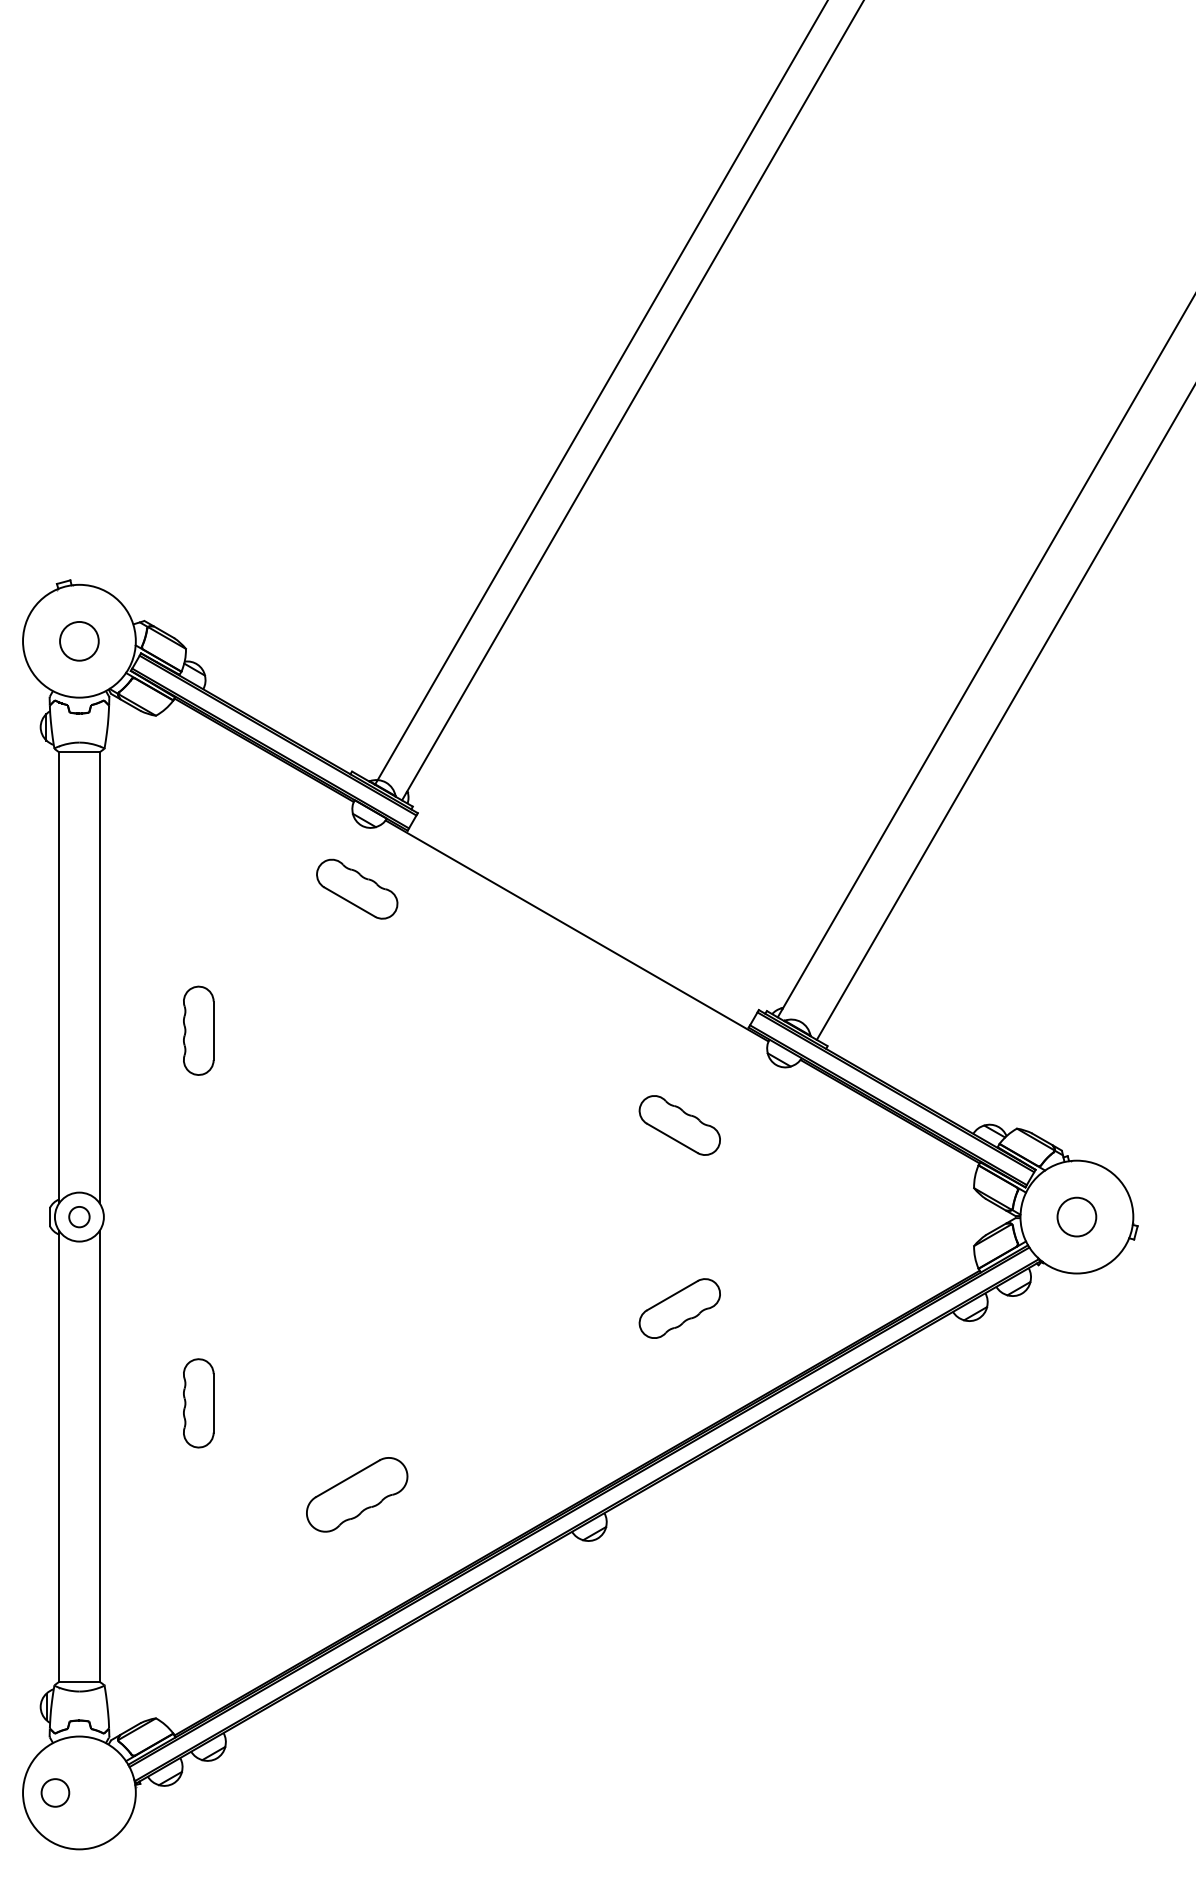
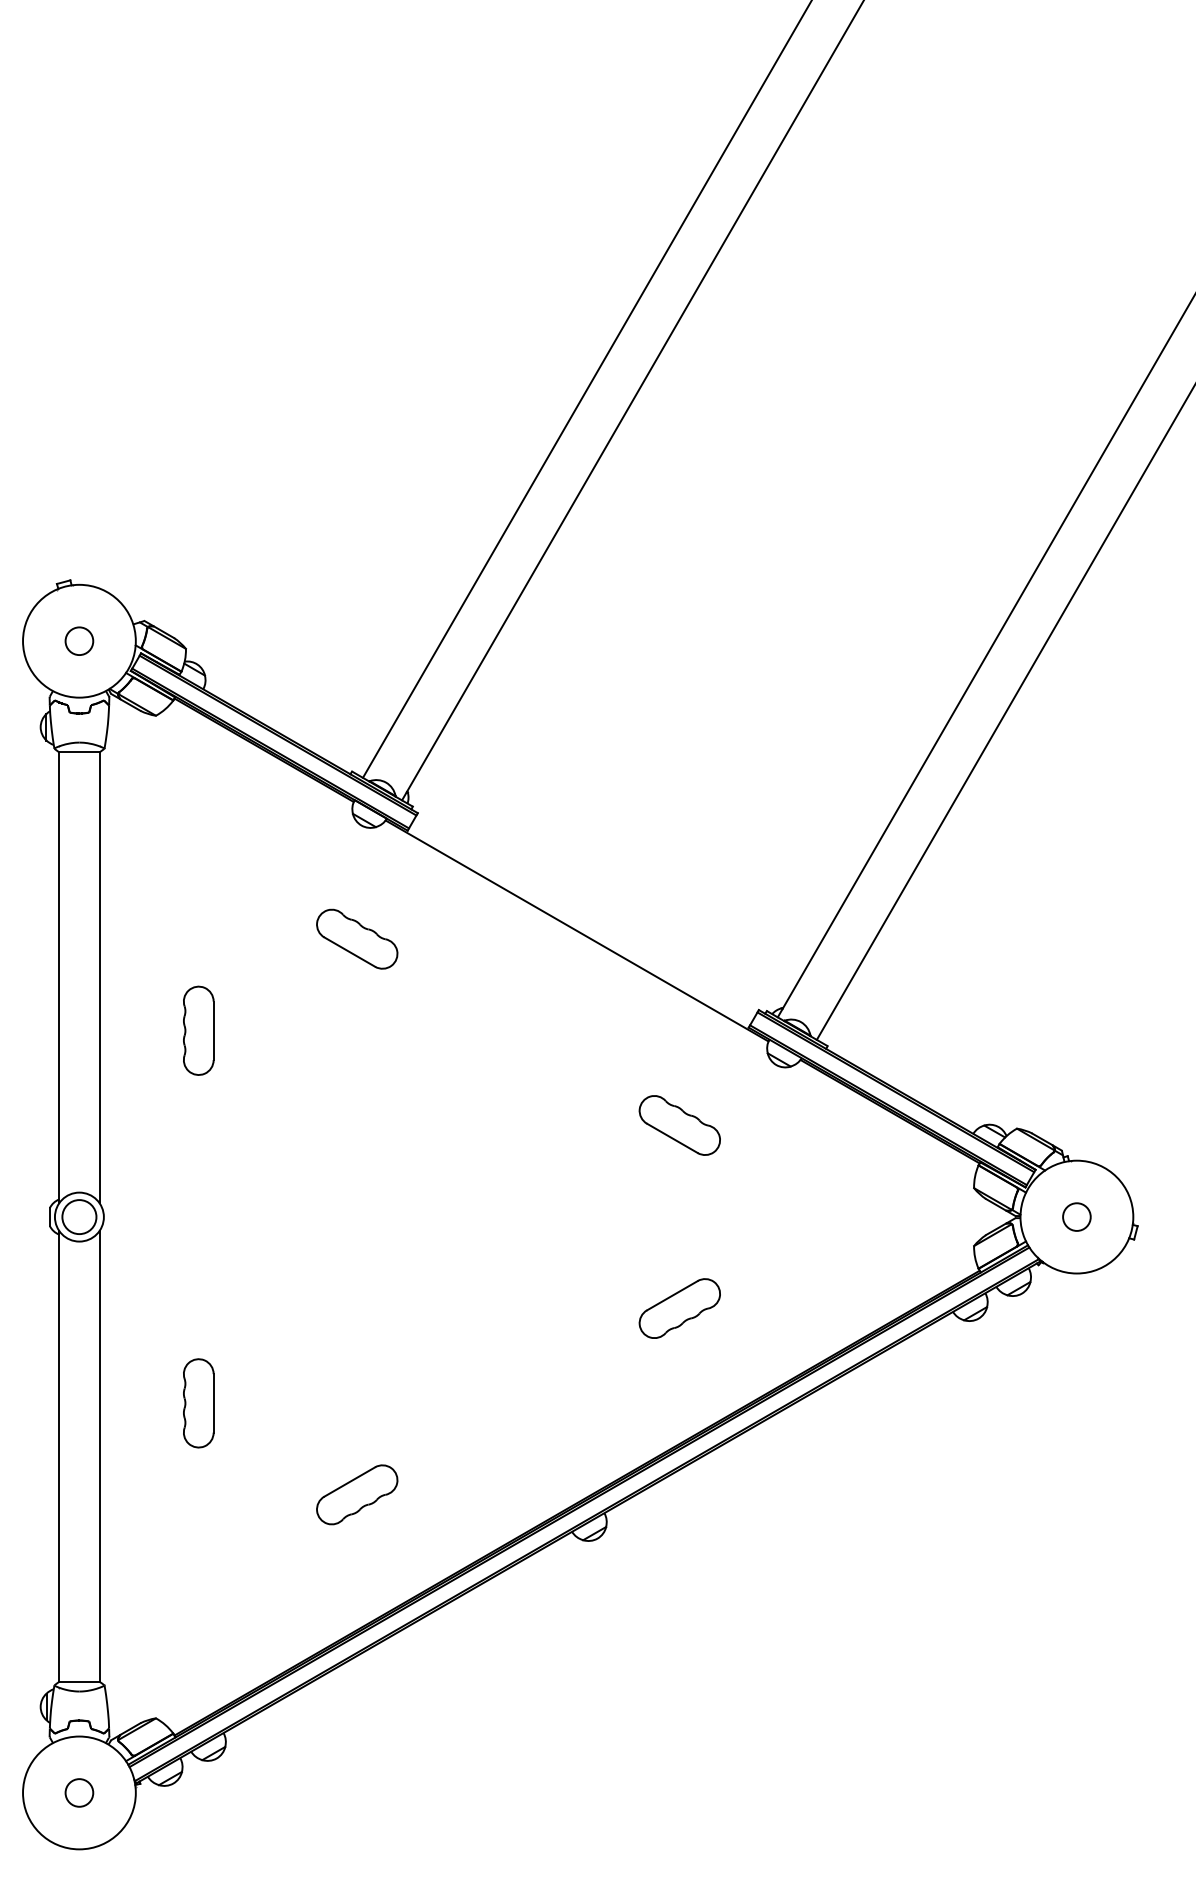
line at (600, 393) position: (600, 393) -> (586, 389)
circle at (79, 641) size: 41x41 px -> 31x30 px
part at (357, 888) position: (357, 888) -> (357, 938)
circle at (79, 1216) diameter: 20 px -> 34 px
circle at (1076, 1216) diameter: 39 px -> 28 px
part at (357, 1494) size: 103x76 px -> 83x62 px
circle at (55, 1792) position: (55, 1792) -> (79, 1792)
